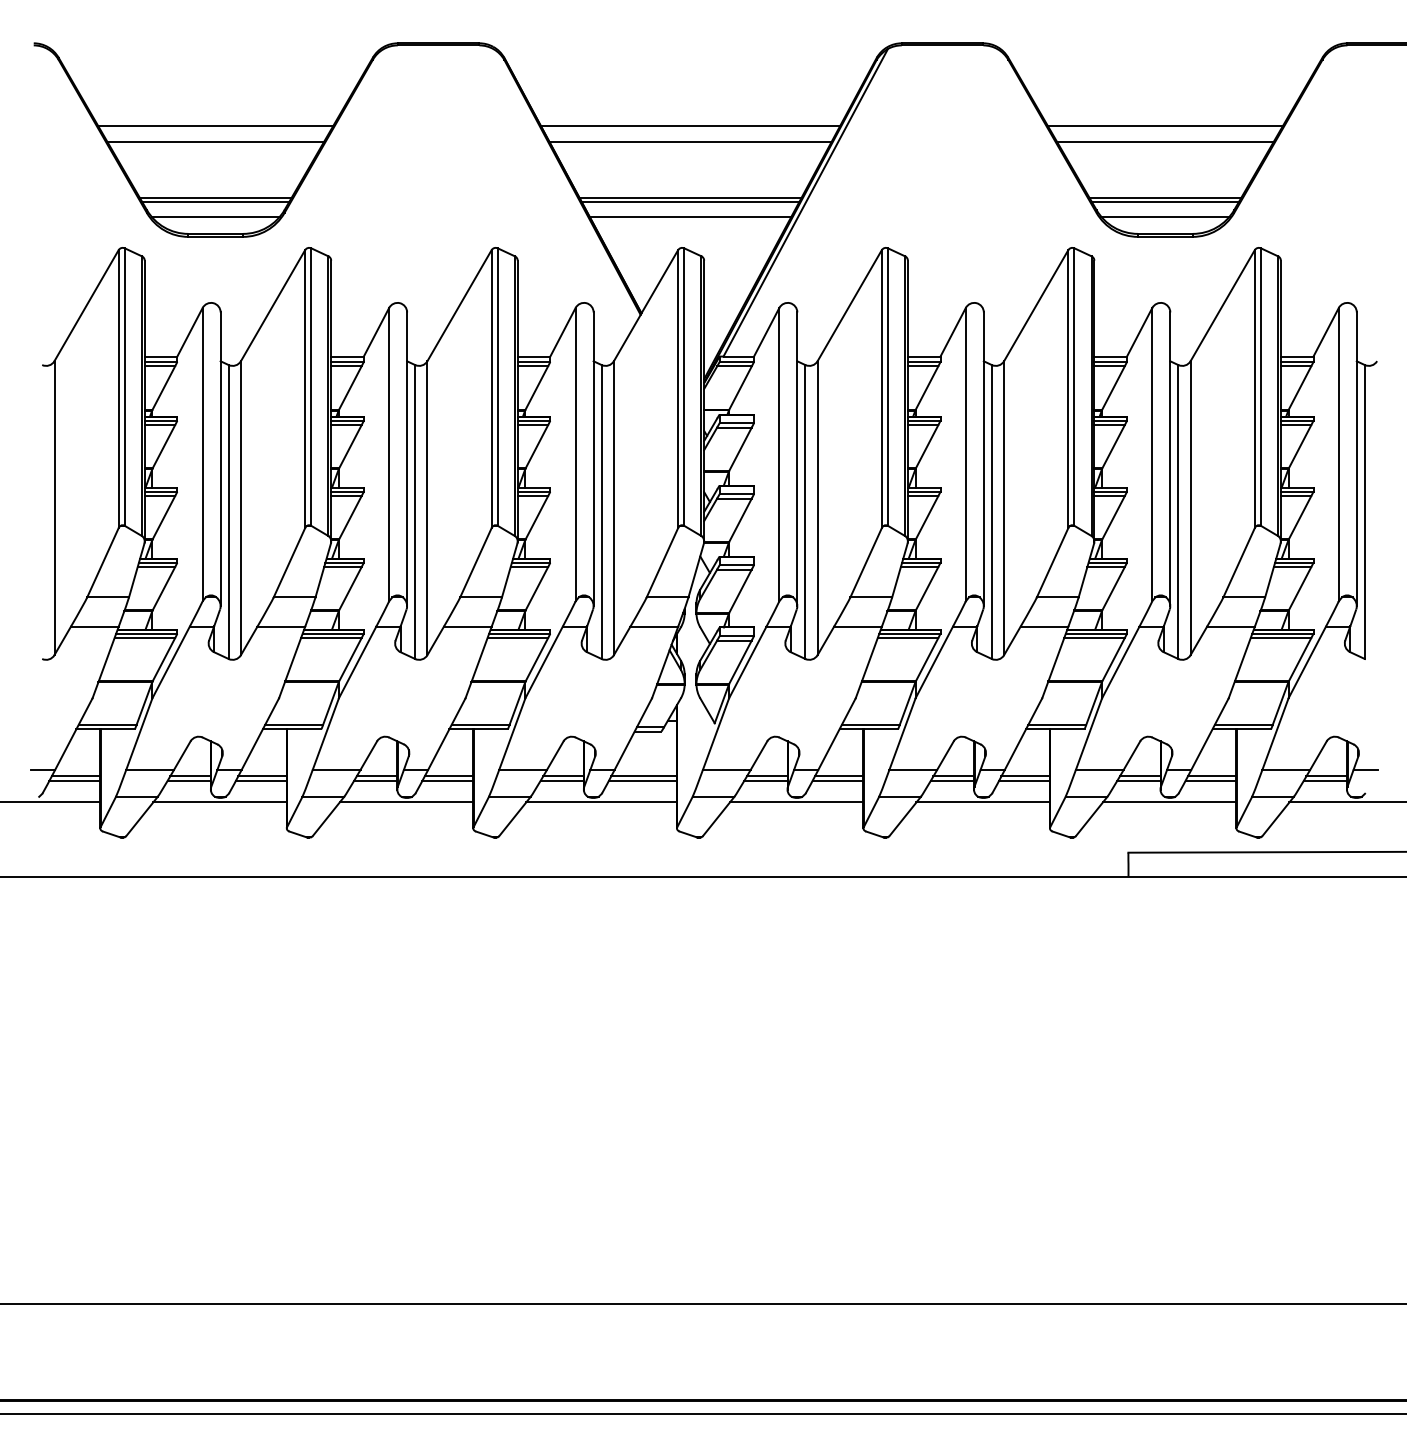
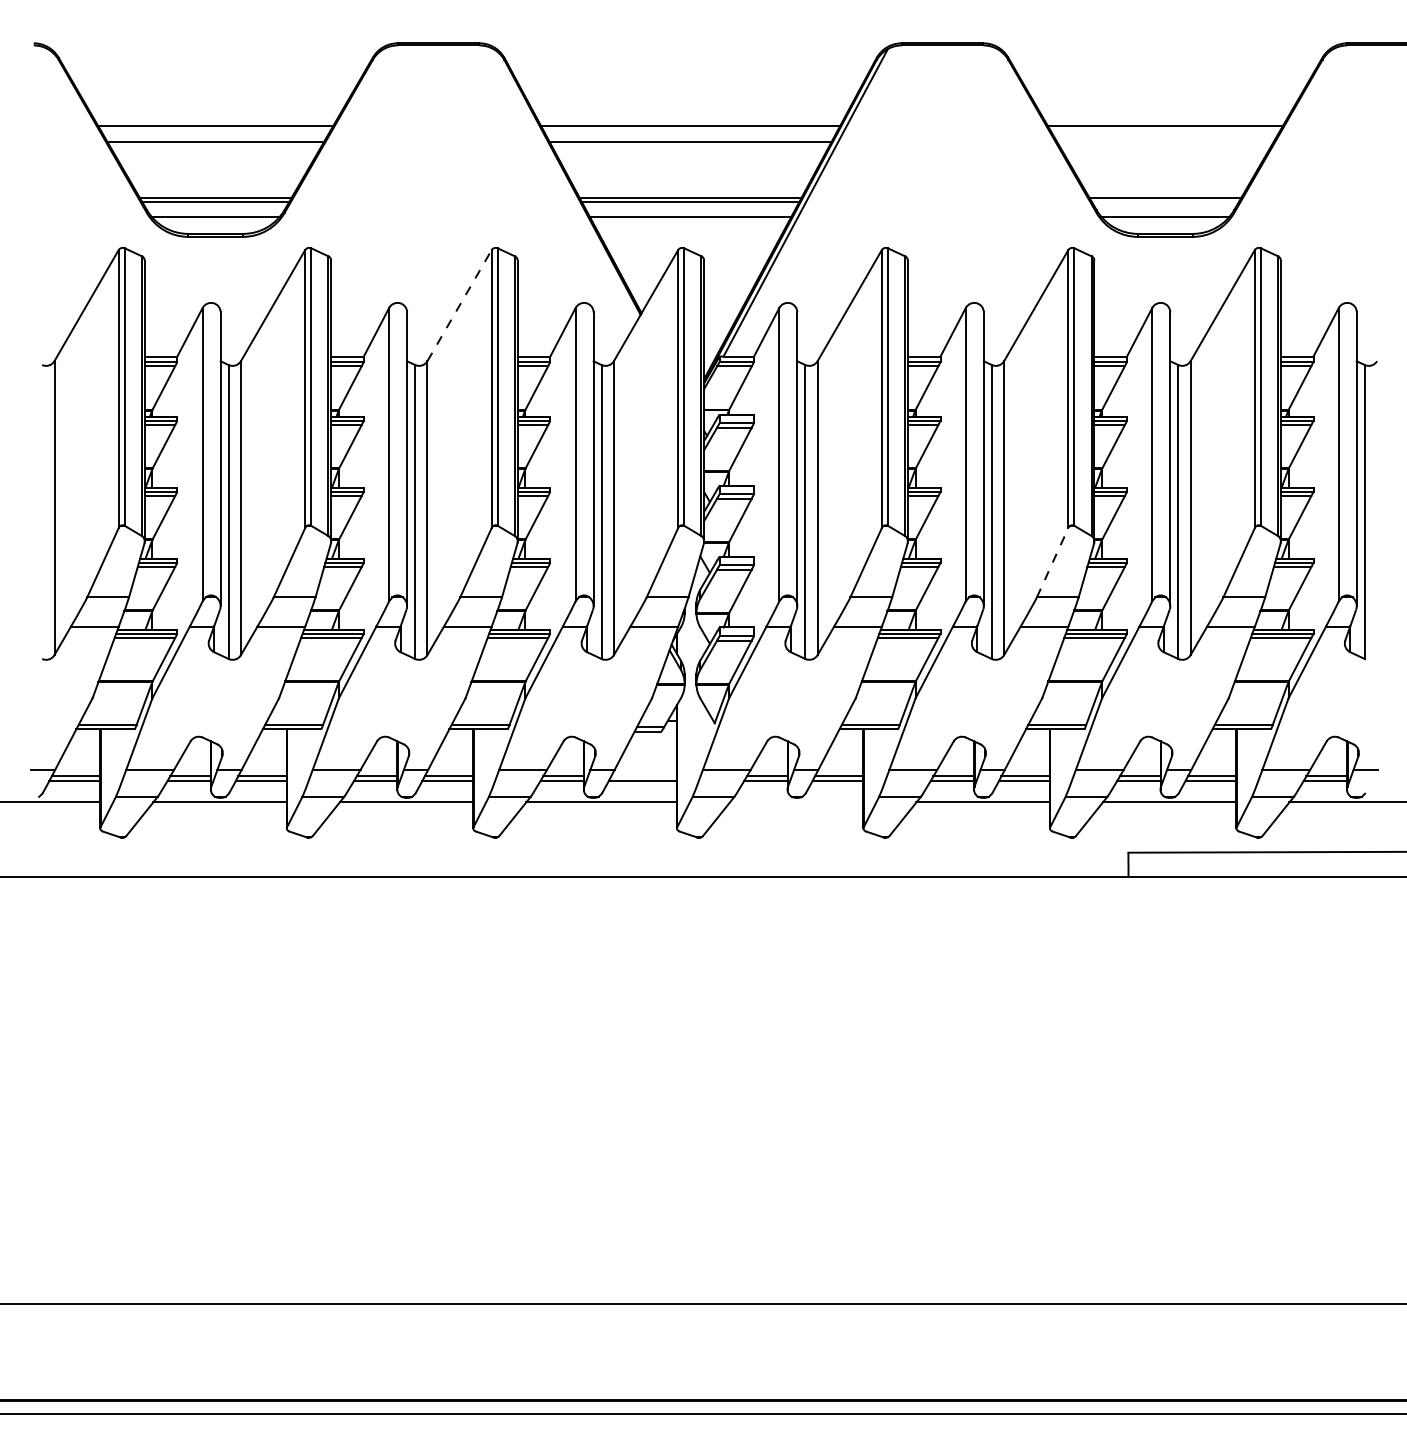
line at (1165, 142): present -> none
line at (1165, 202): present -> none
line at (459, 305): solid -> dashed
line at (1052, 562): solid -> dashed
line at (643, 776): present -> none
line at (796, 802): present -> none
